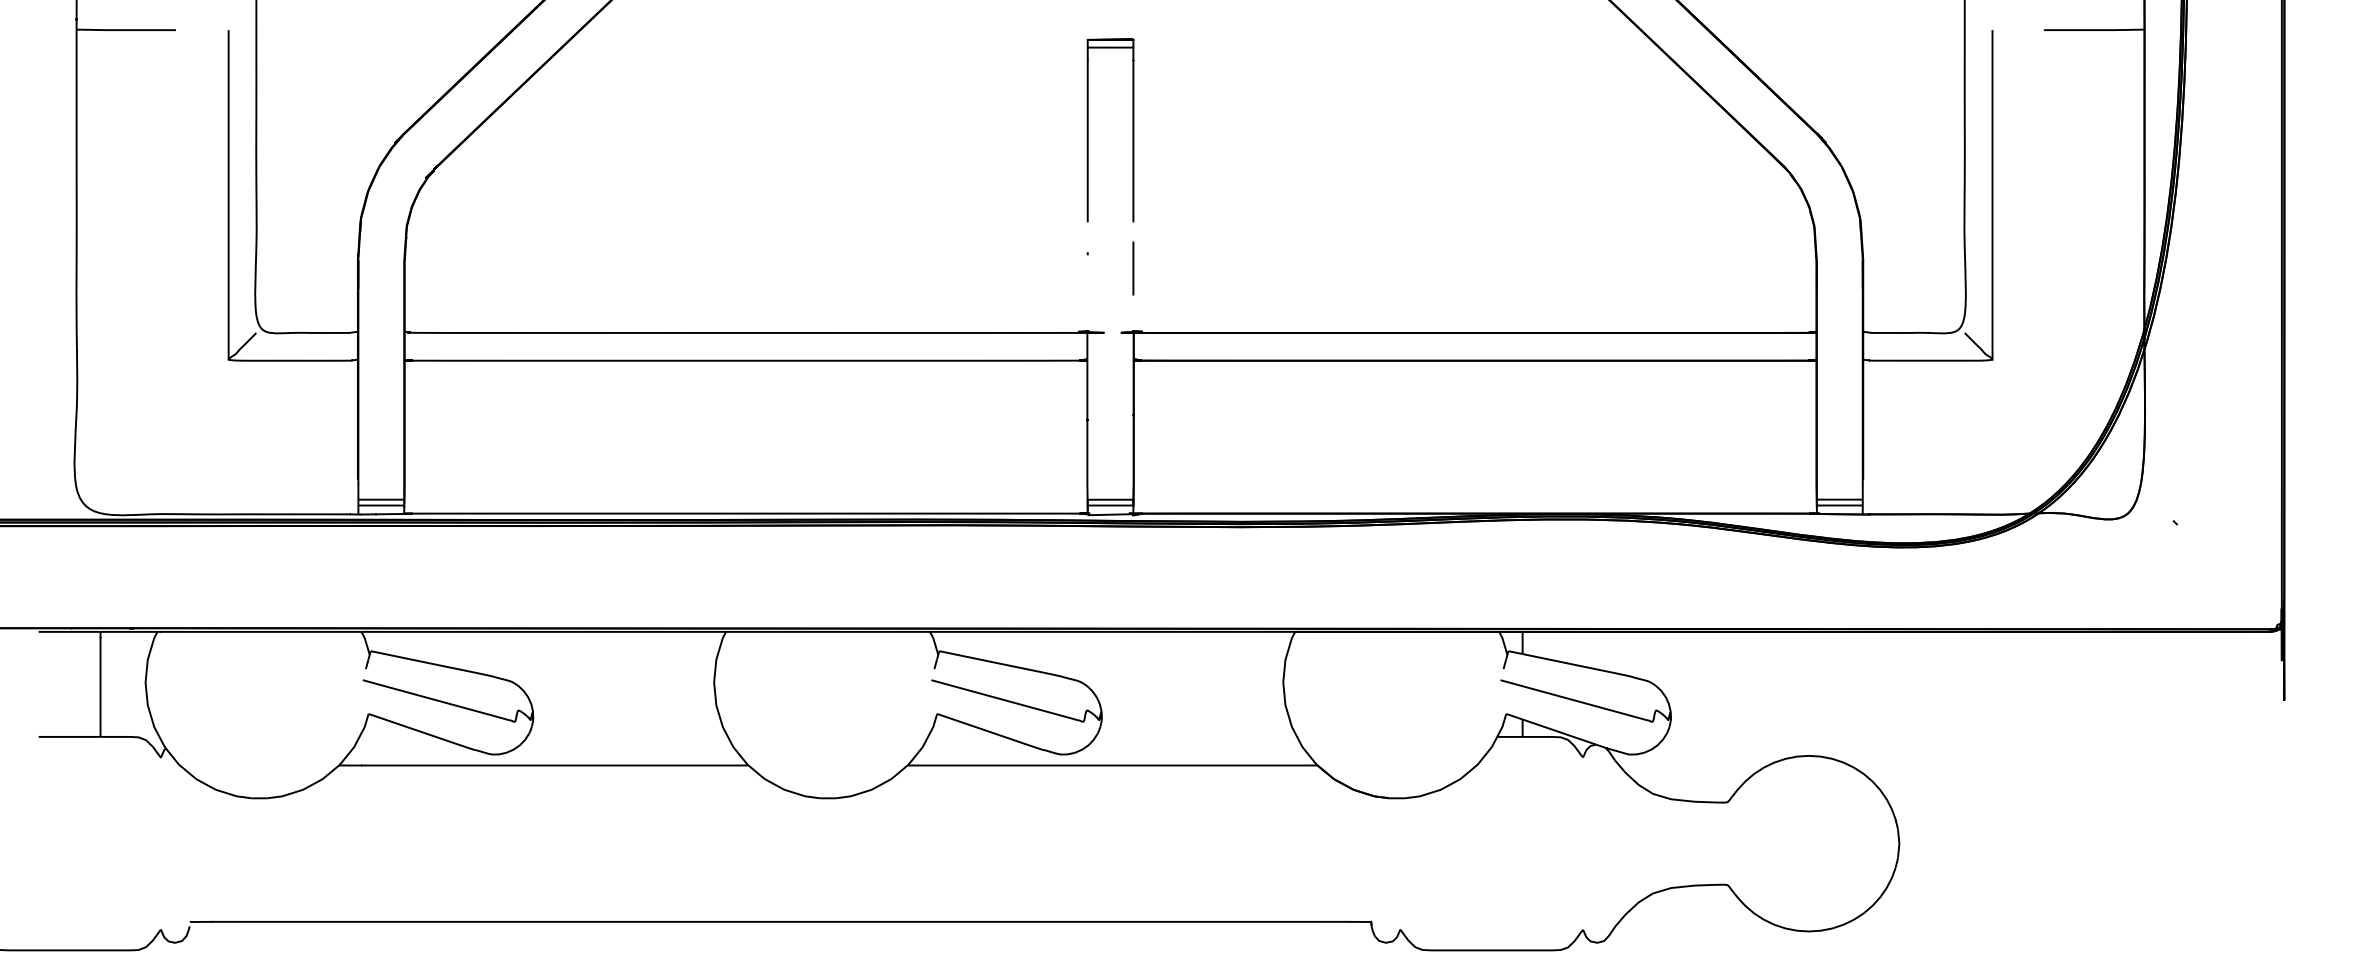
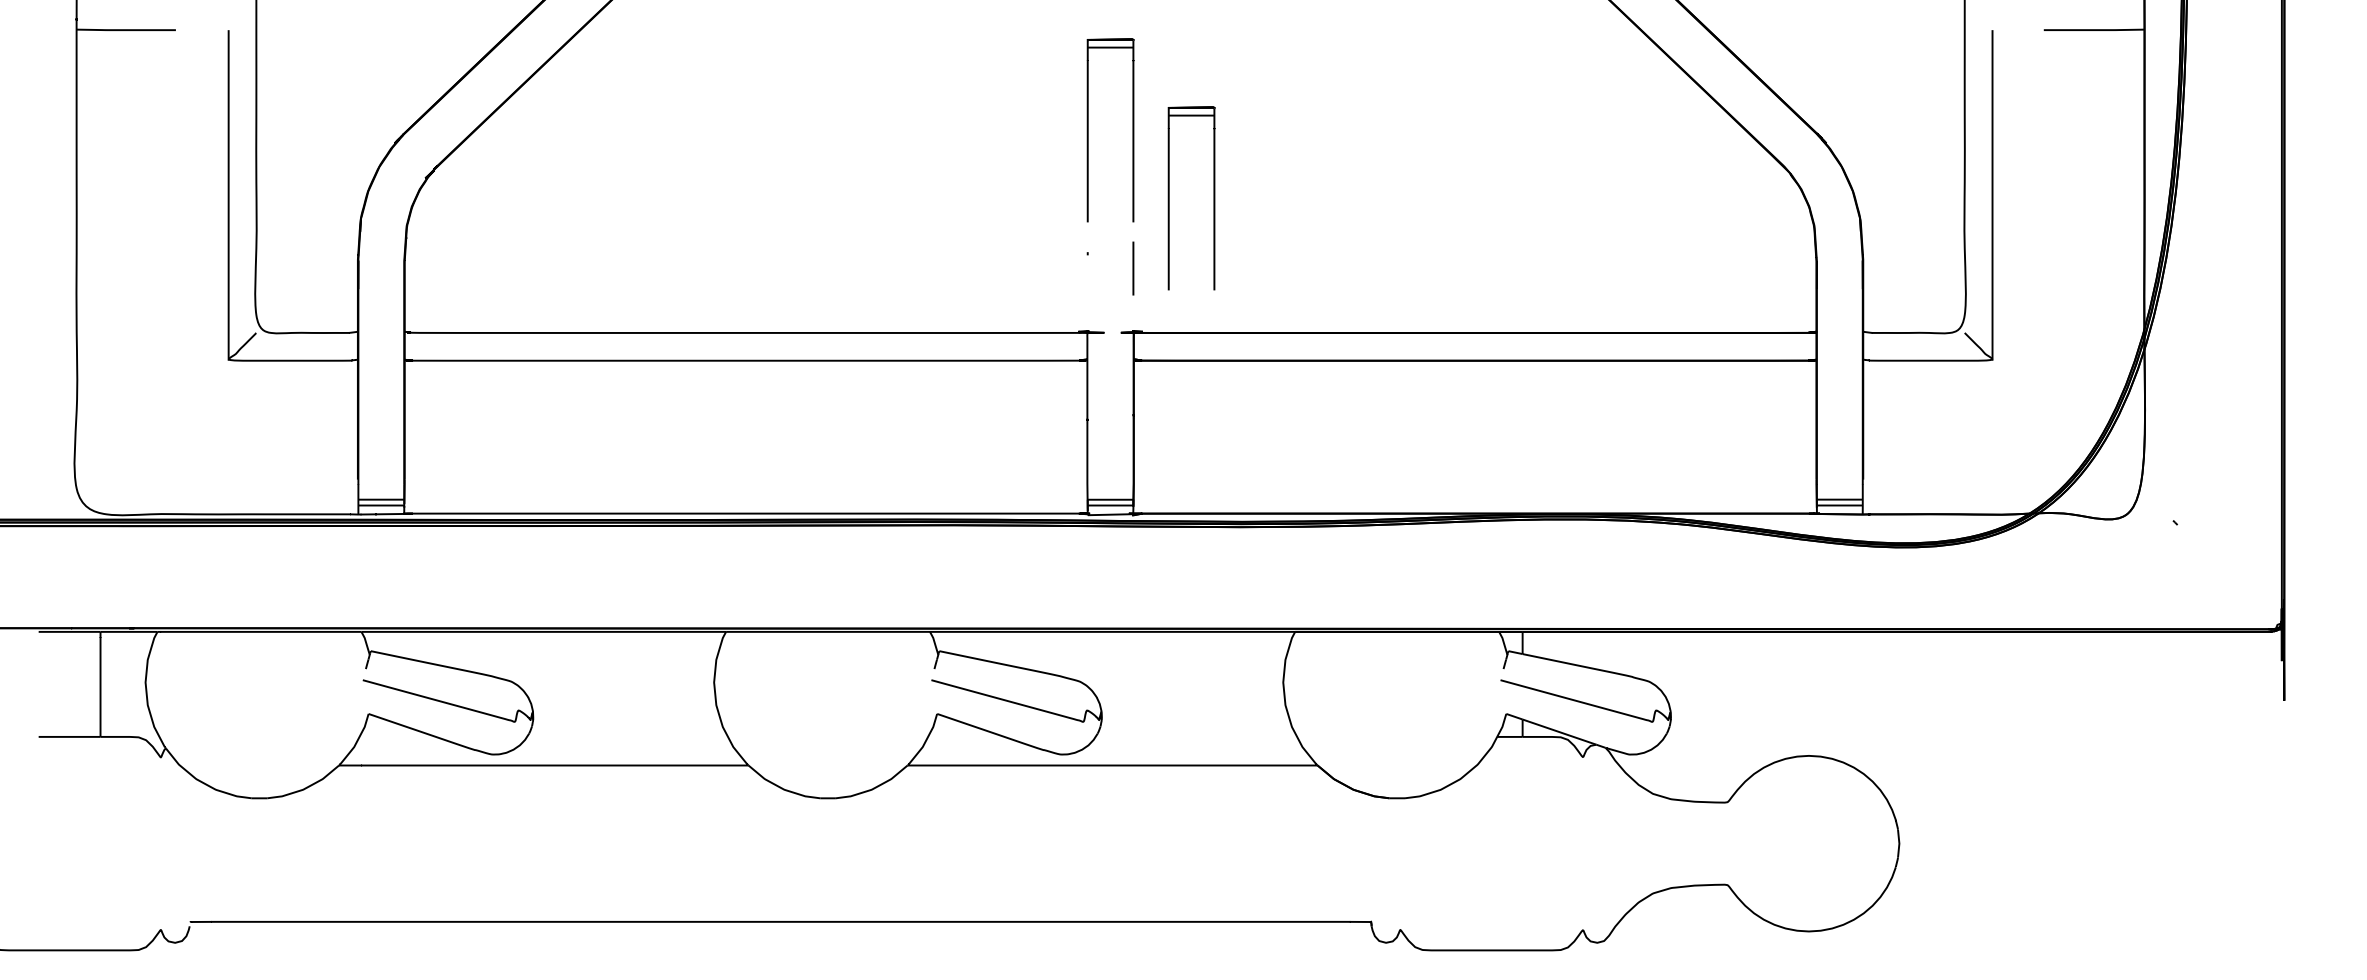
part at (1169, 198): none -> present
